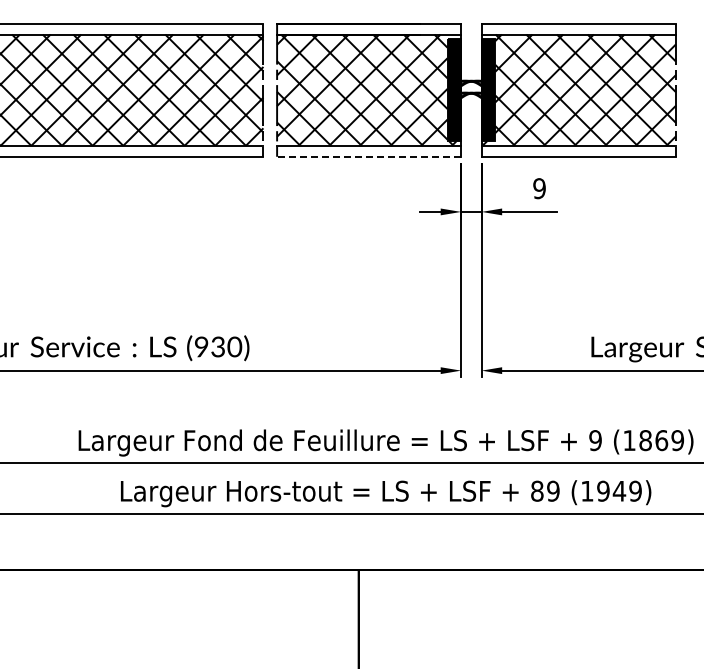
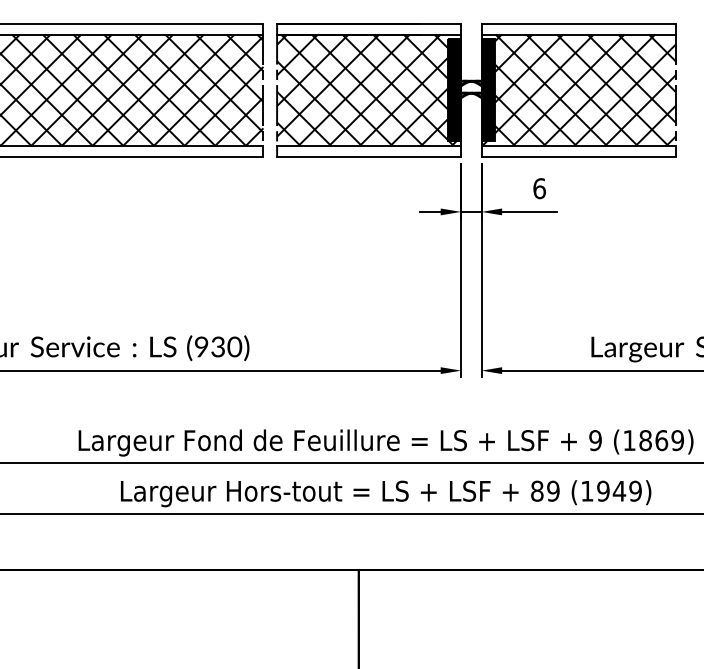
line at (368, 156): dashed -> solid
text at (539, 188): 9 -> 6
